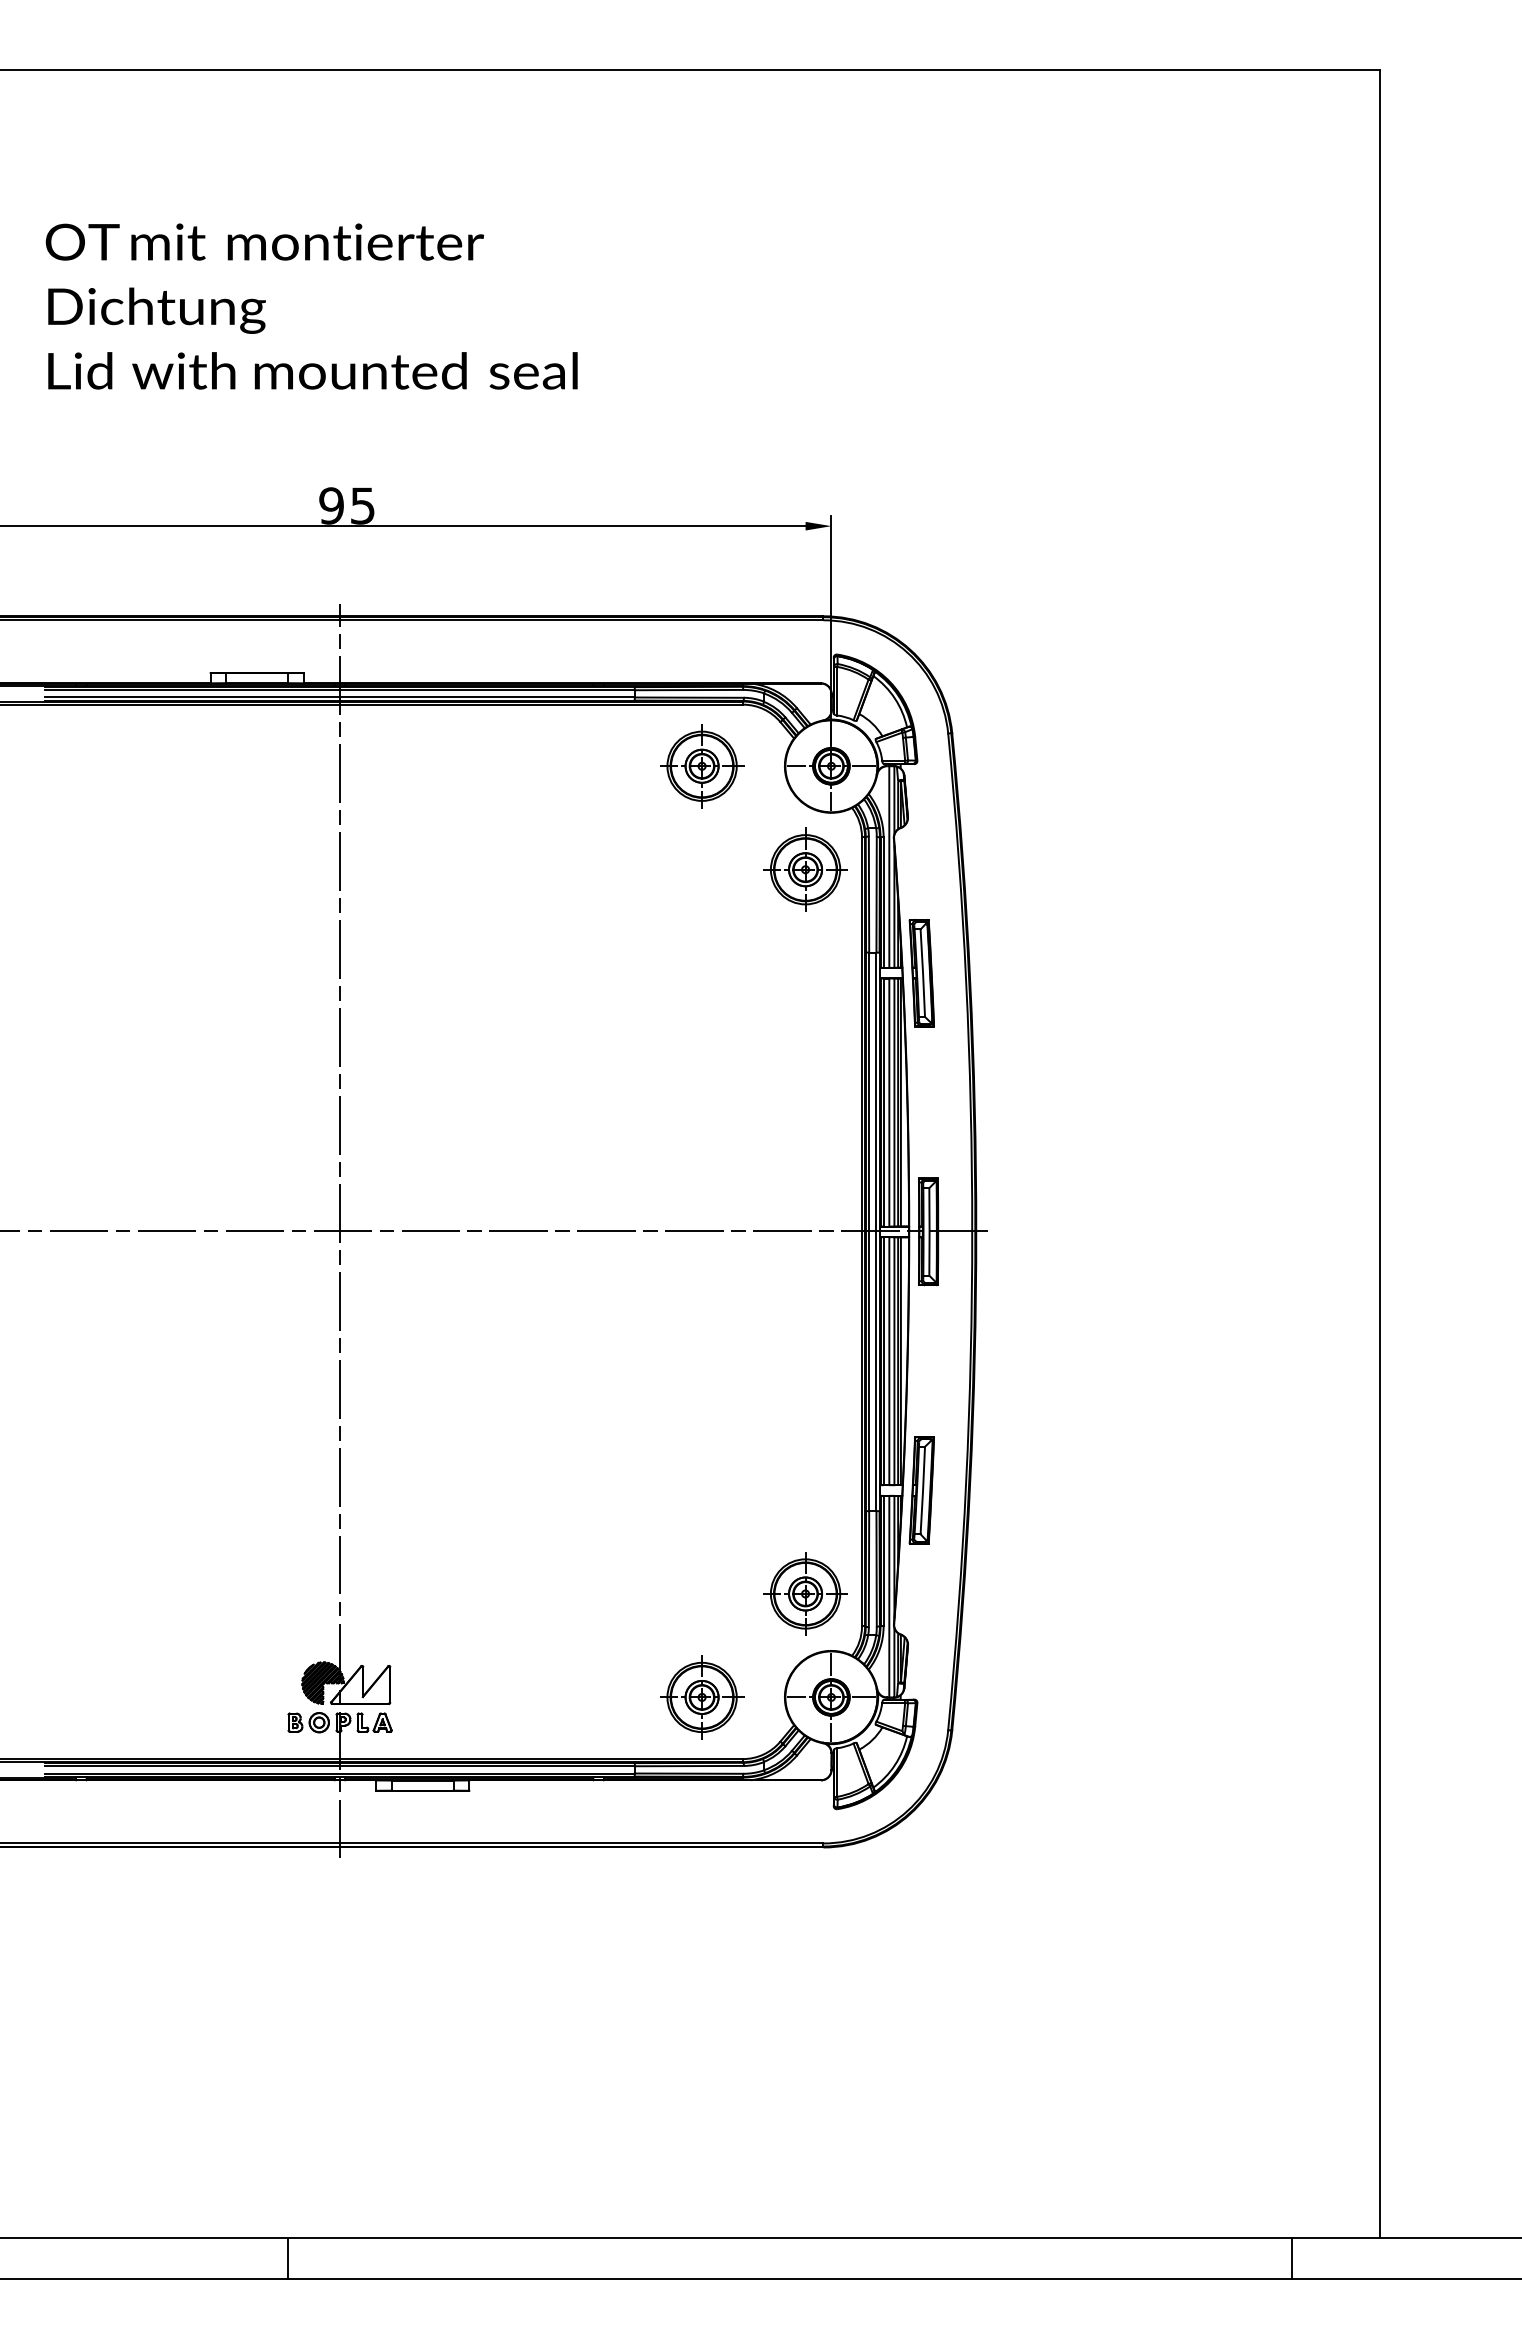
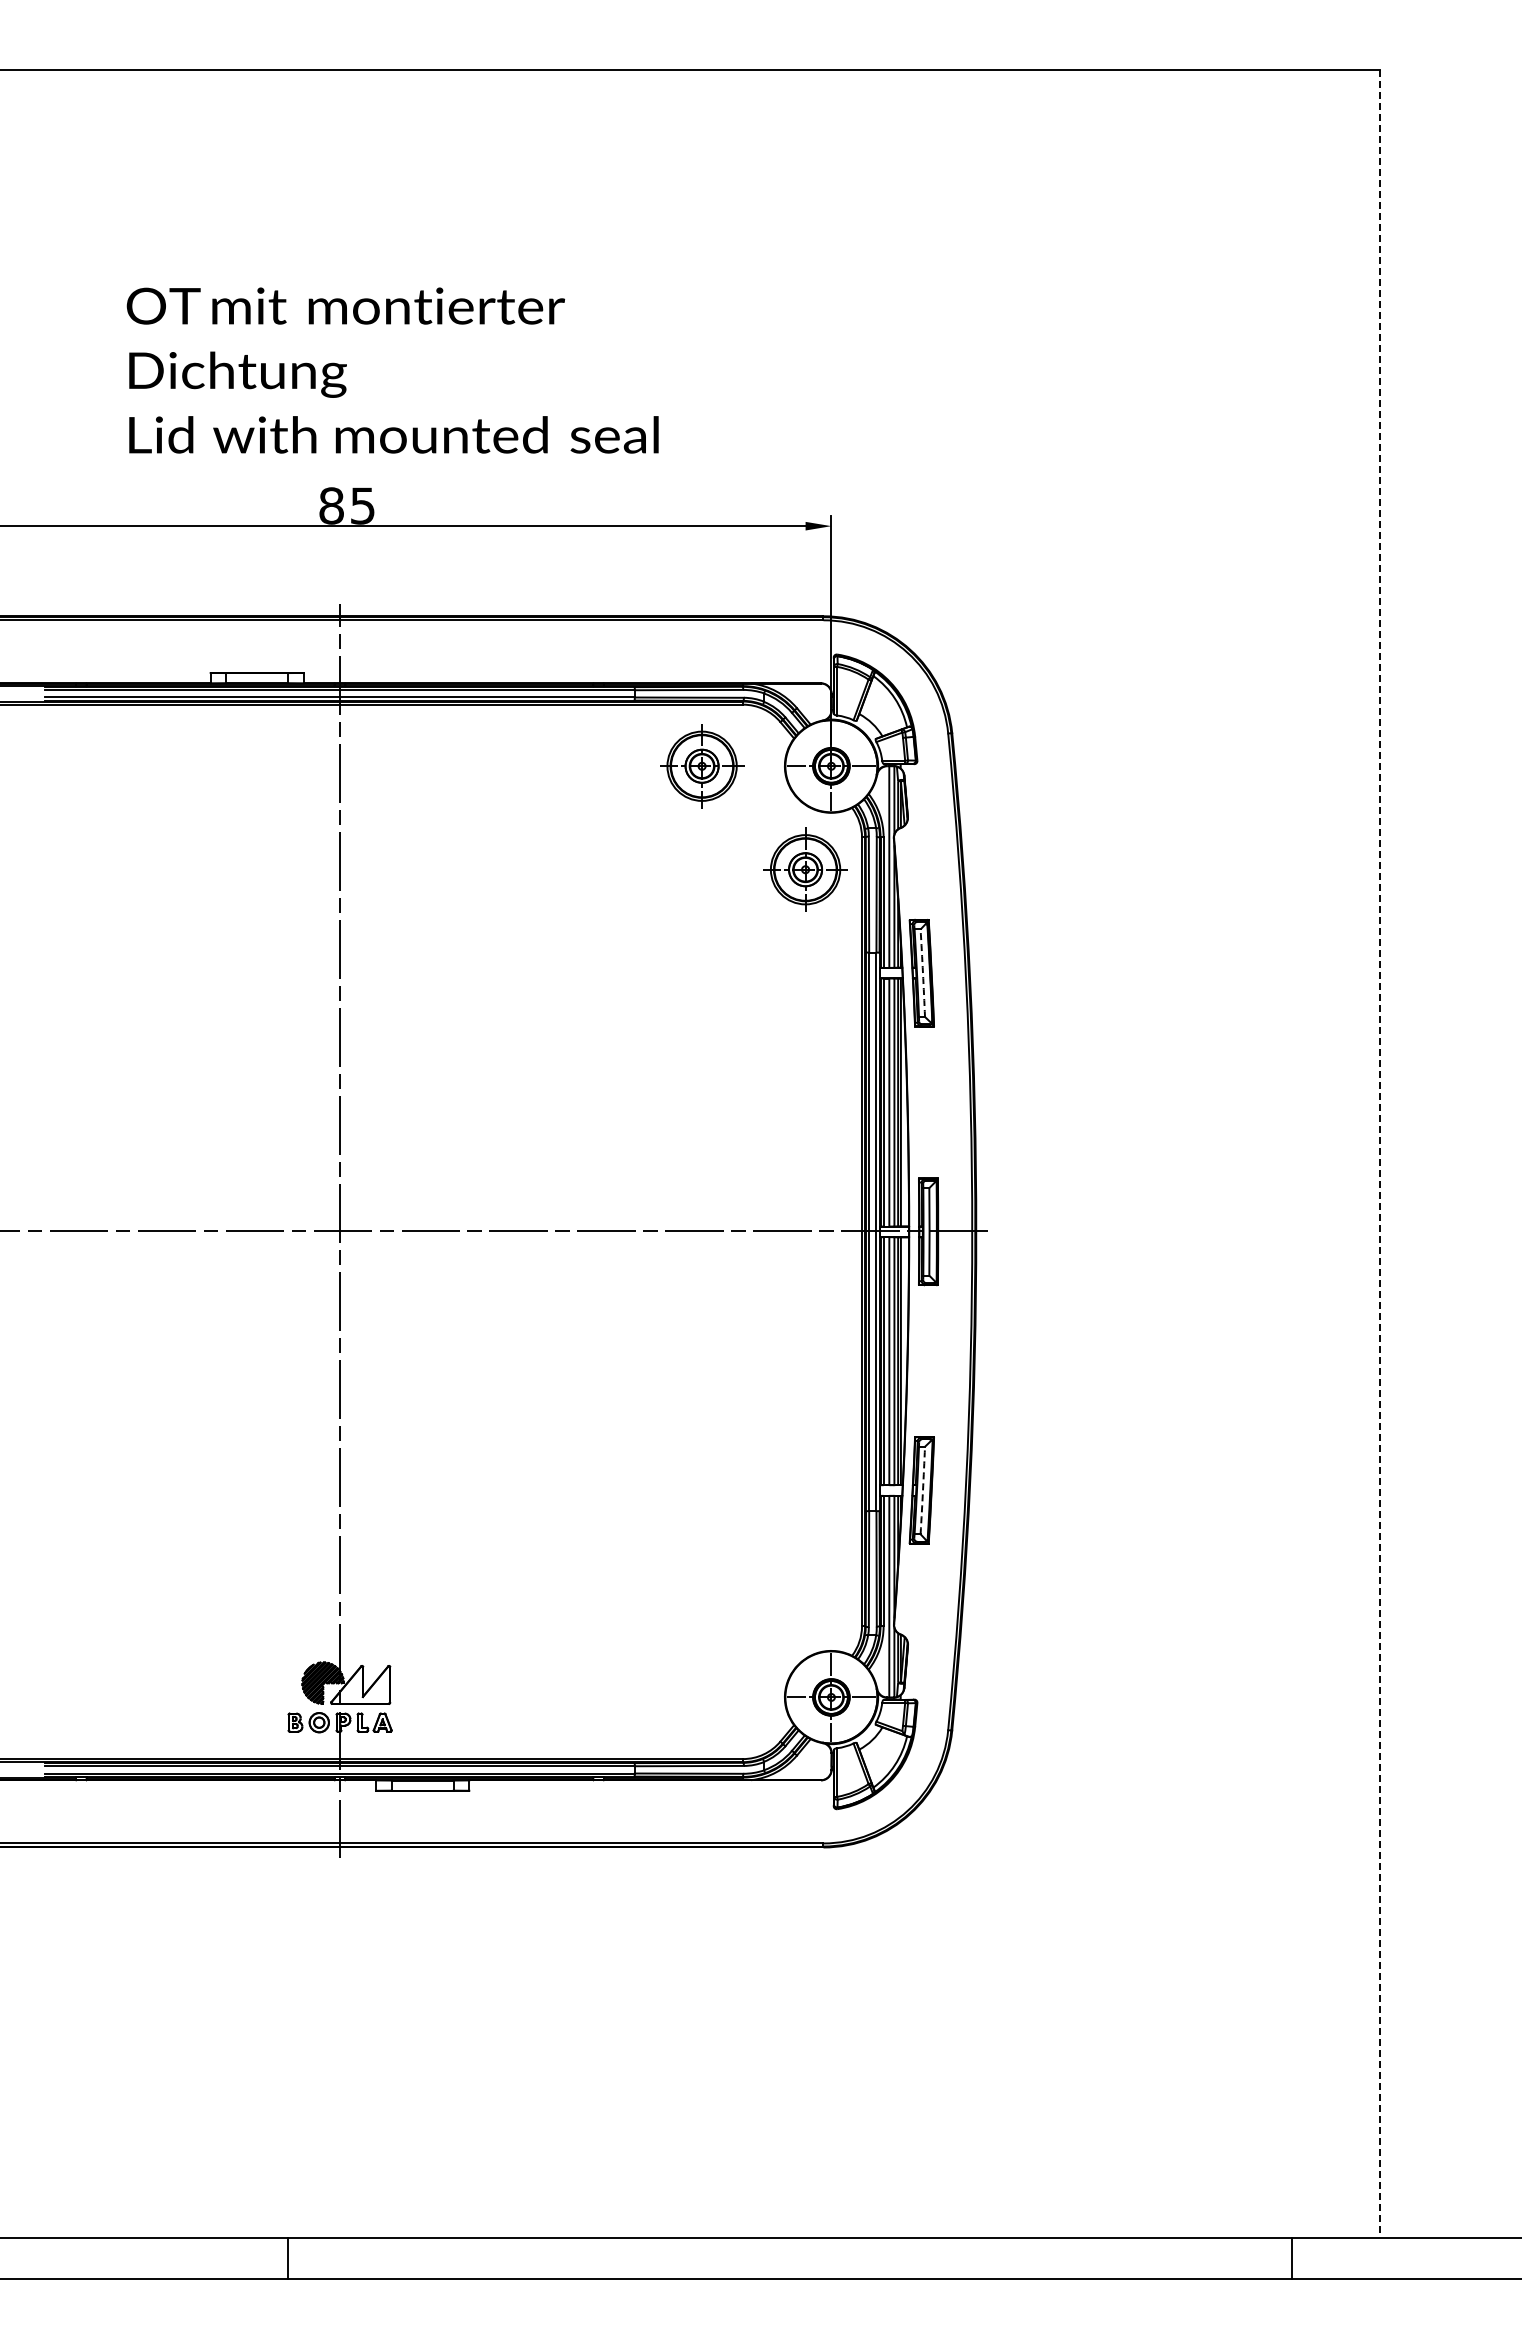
text at (311, 306) position: (311, 306) -> (392, 370)
text at (331, 505): 95 -> 85
arc at (922, 973): solid -> dashed
line at (1380, 1154): solid -> dashed
arc at (922, 1490): solid -> dashed
part at (805, 1593): present -> none
part at (702, 1697): present -> none
